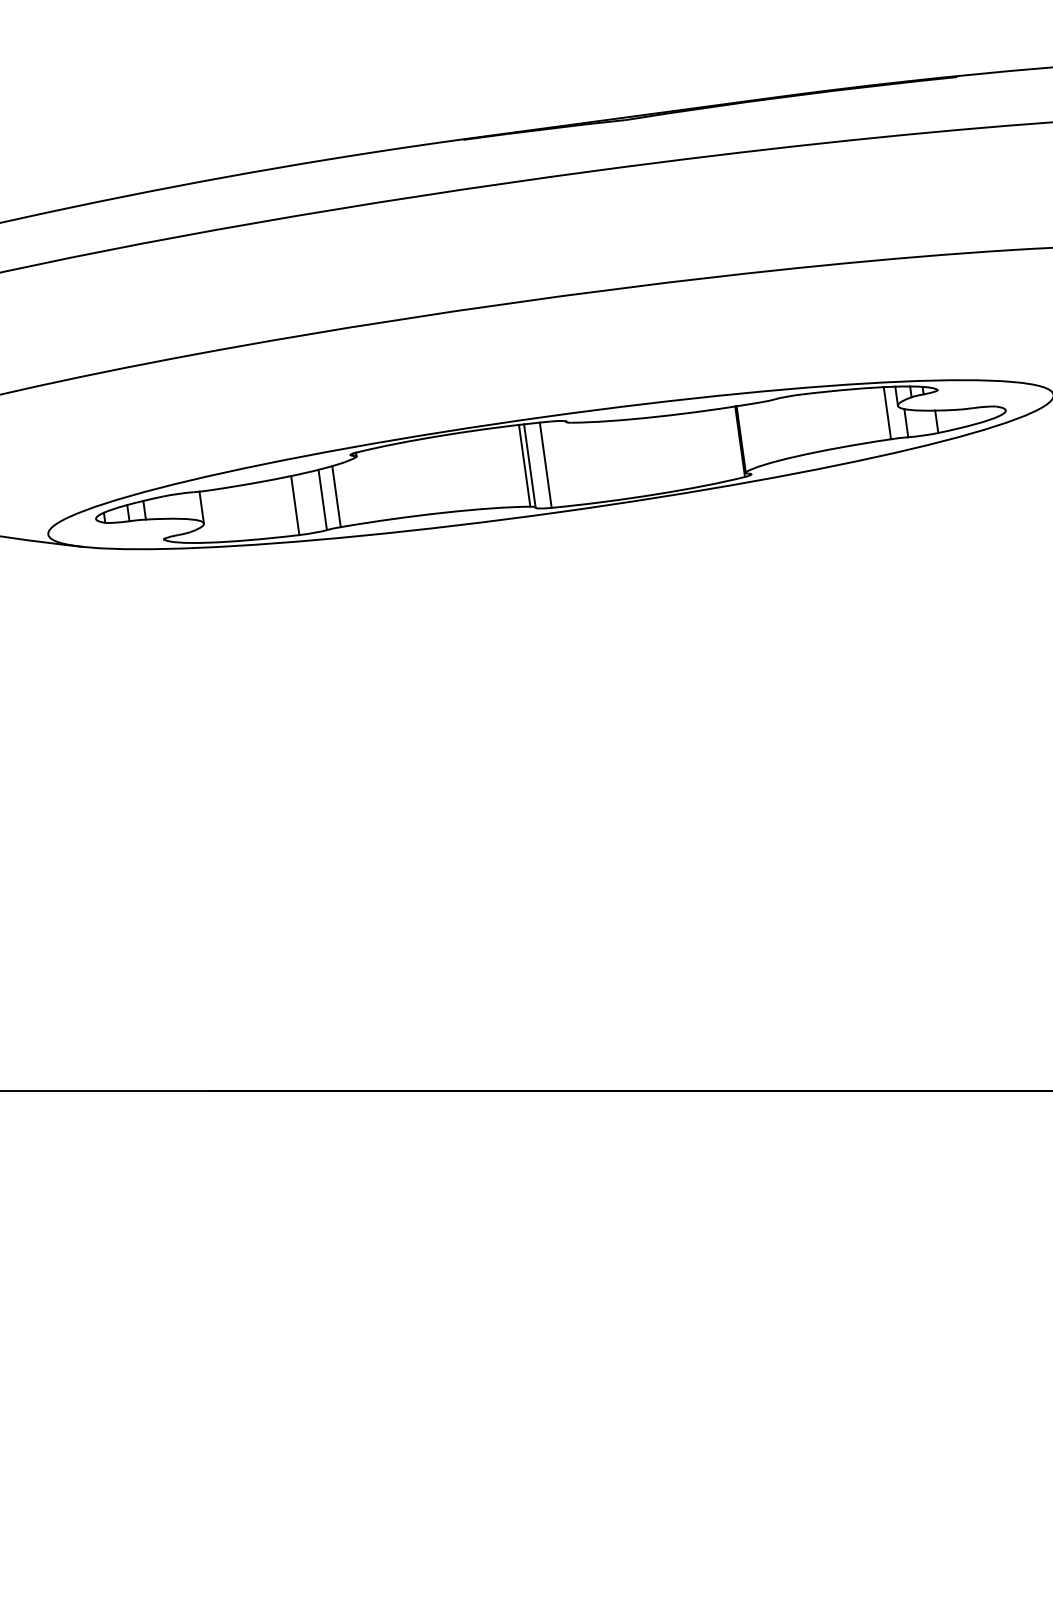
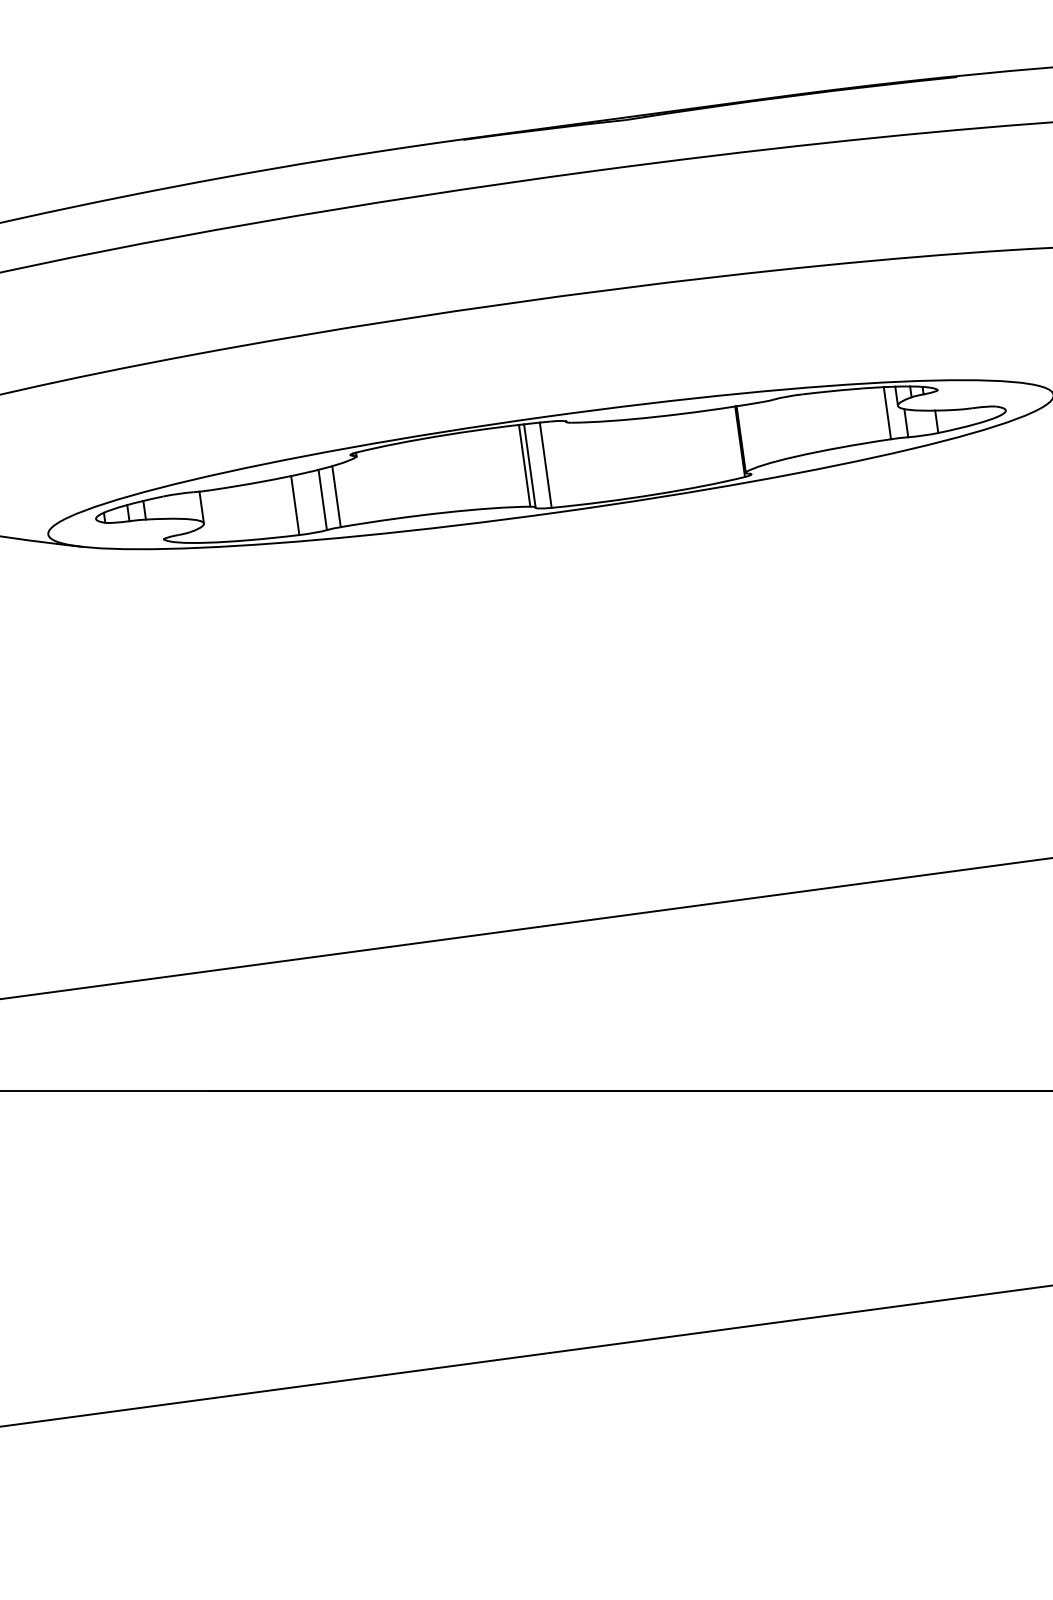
line at (525, 928): none -> present
line at (525, 1355): none -> present
